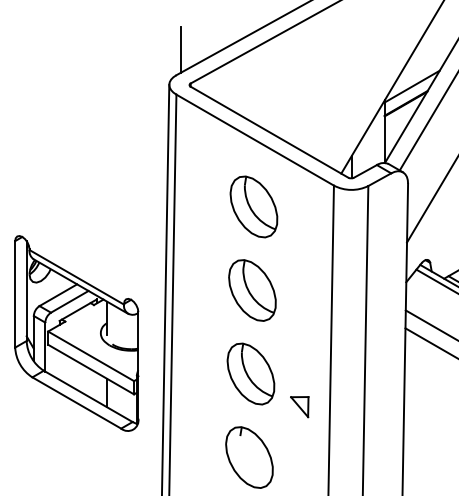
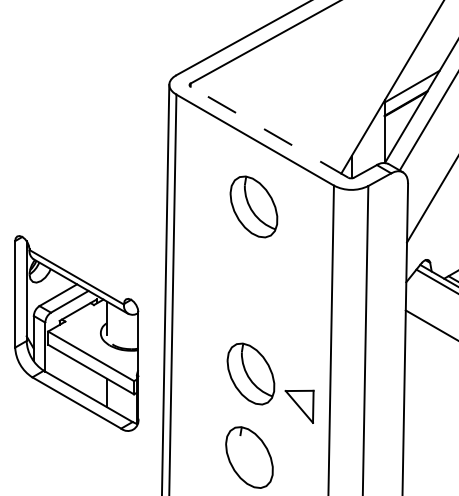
line at (181, 49): present -> none
line at (269, 132): solid -> dashed
part at (252, 290): present -> none
line at (430, 342): present -> none
part at (299, 407) size: 20x23 px -> 31x35 px
